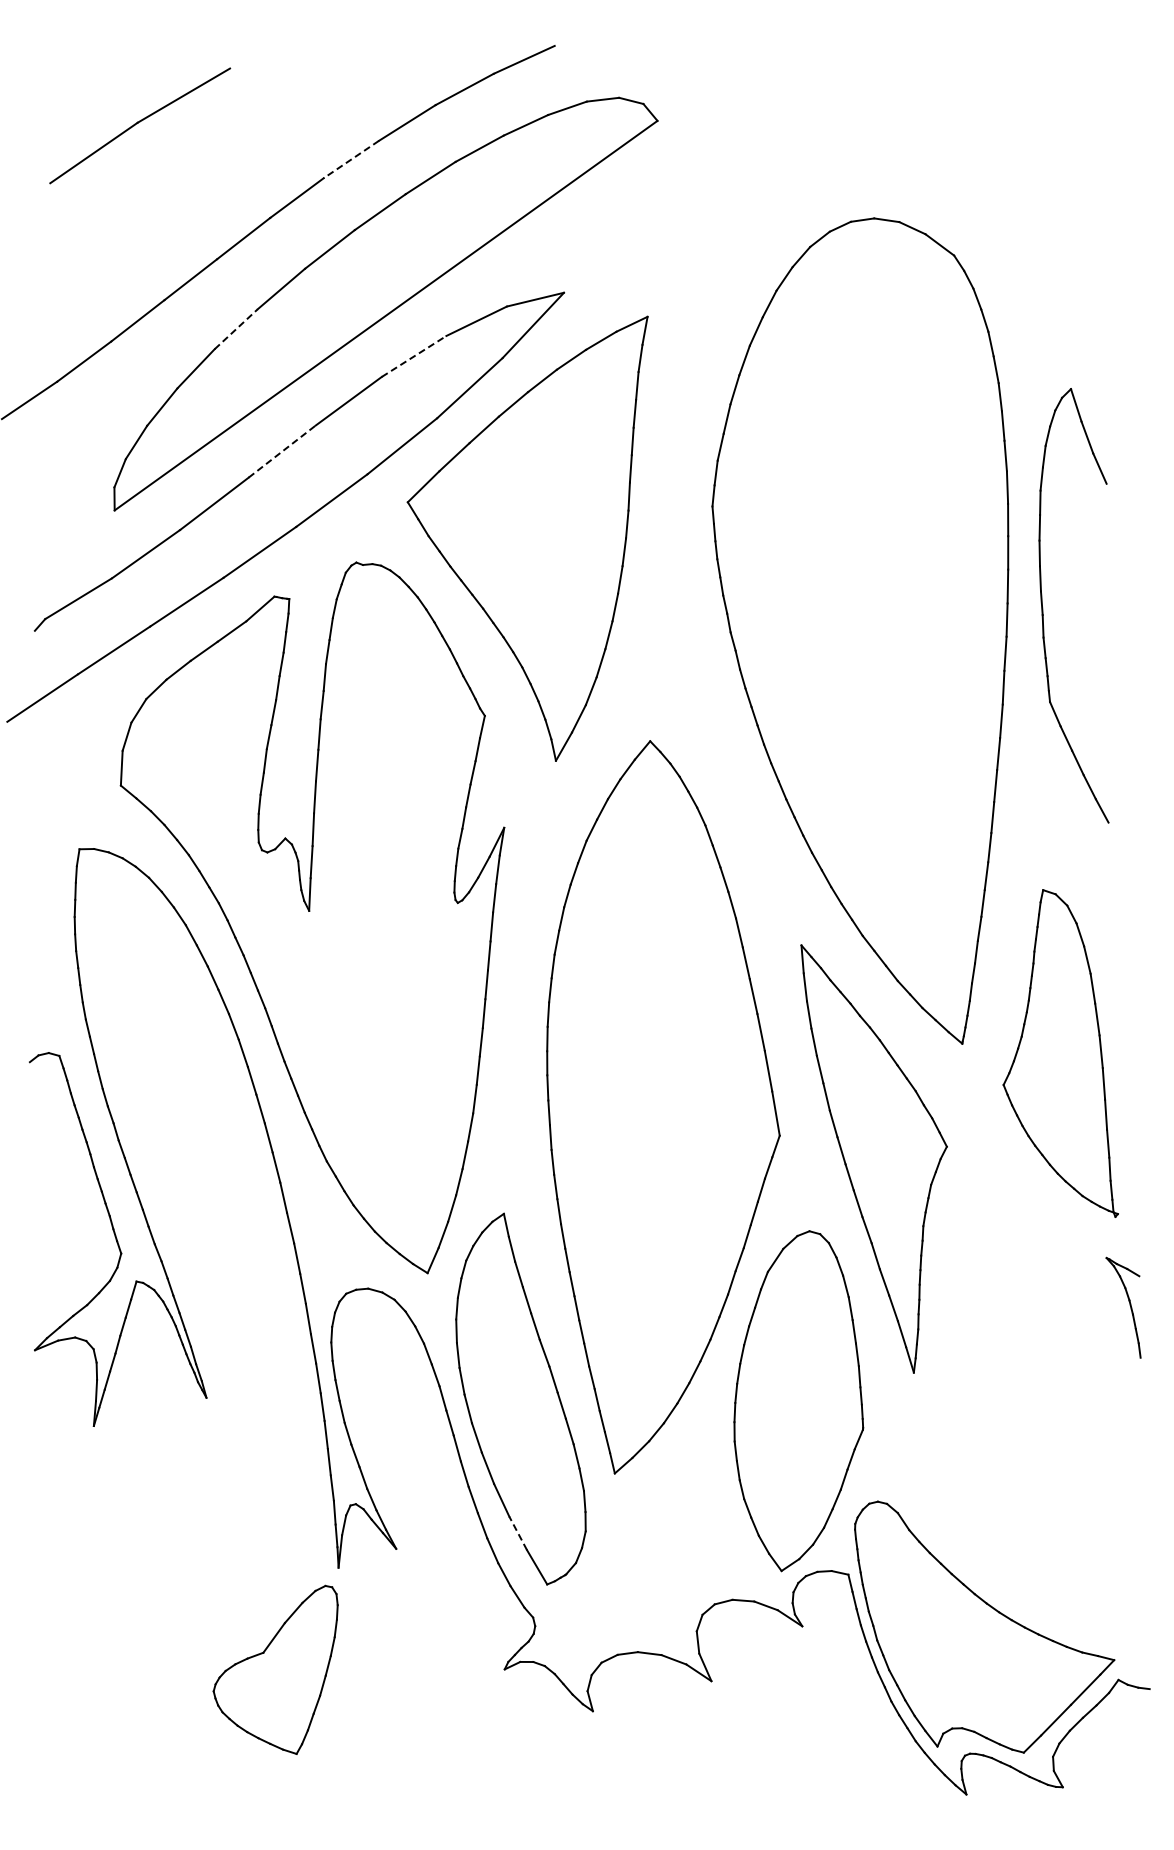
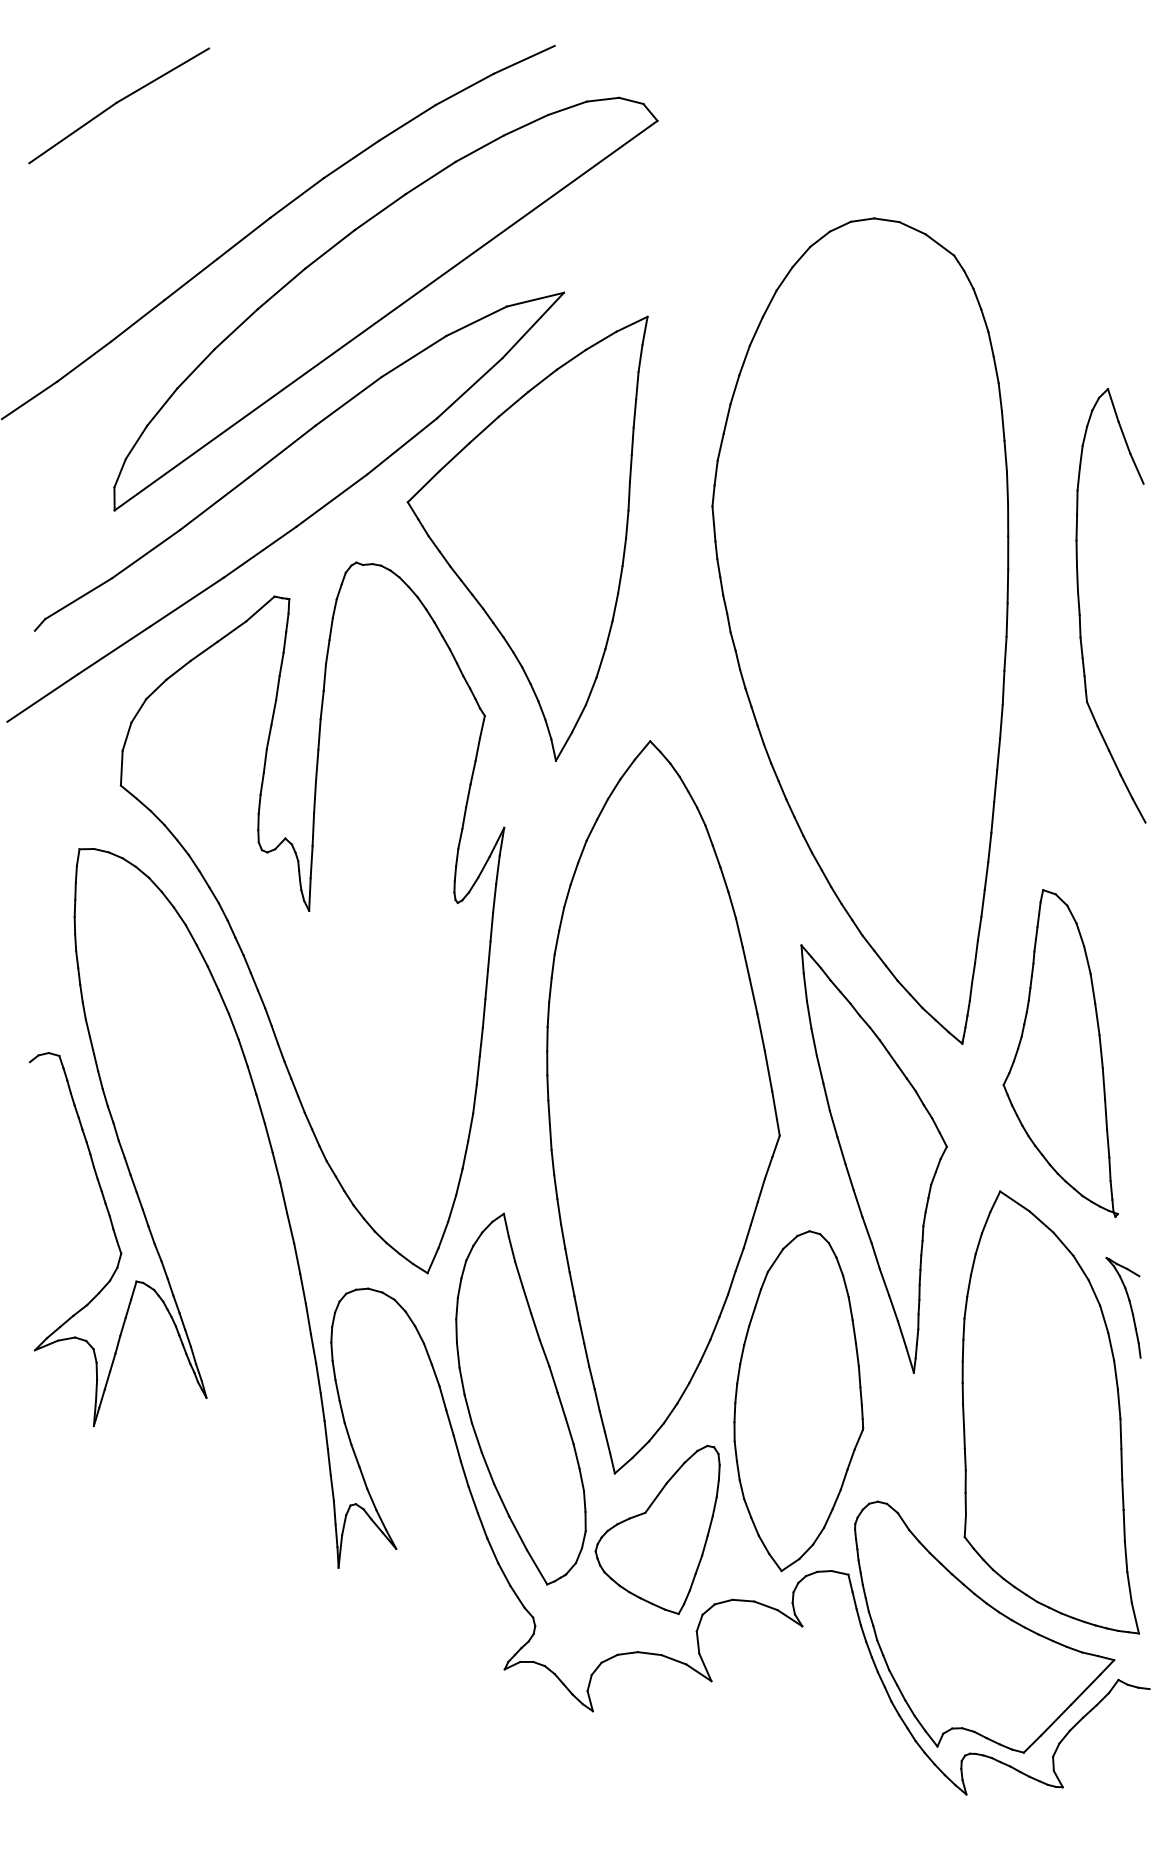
part at (140, 125) position: (140, 125) -> (119, 105)
line at (350, 159): dashed -> solid
line at (236, 328): dashed -> solid
line at (414, 356): dashed -> solid
line at (282, 451): dashed -> solid
part at (1043, 607) position: (1043, 607) -> (1080, 607)
part at (1050, 1412): none -> present
line at (518, 1533): dashed -> solid
part at (275, 1669) position: (275, 1669) -> (657, 1529)
